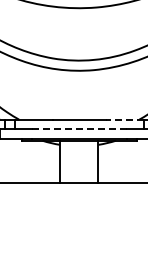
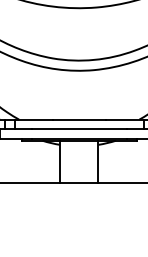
line at (124, 119): dashed -> solid
line at (79, 129): dashed -> solid
